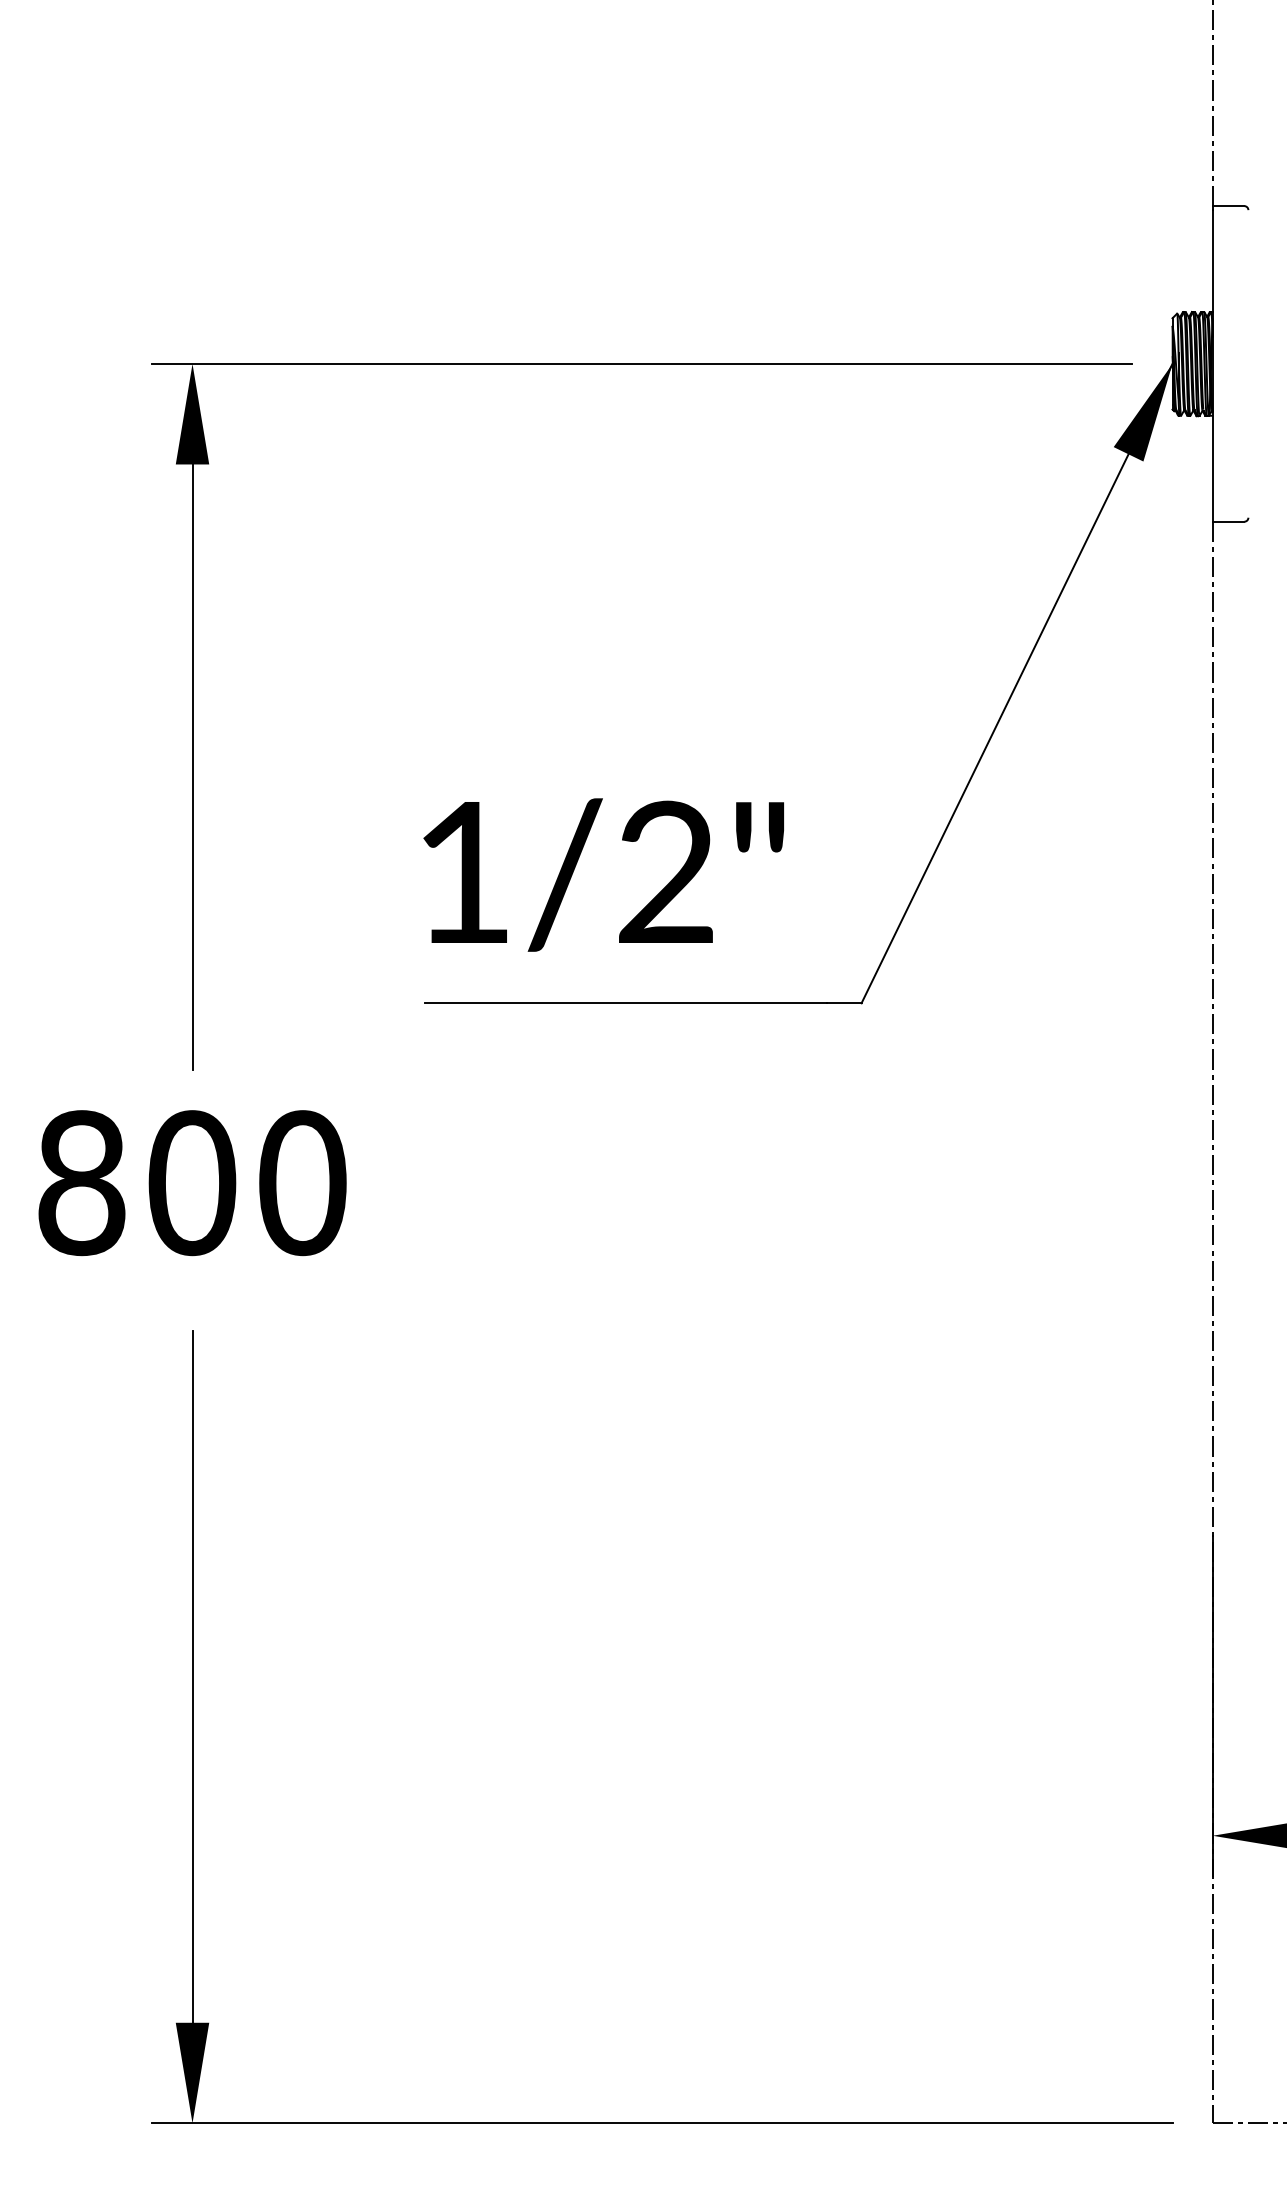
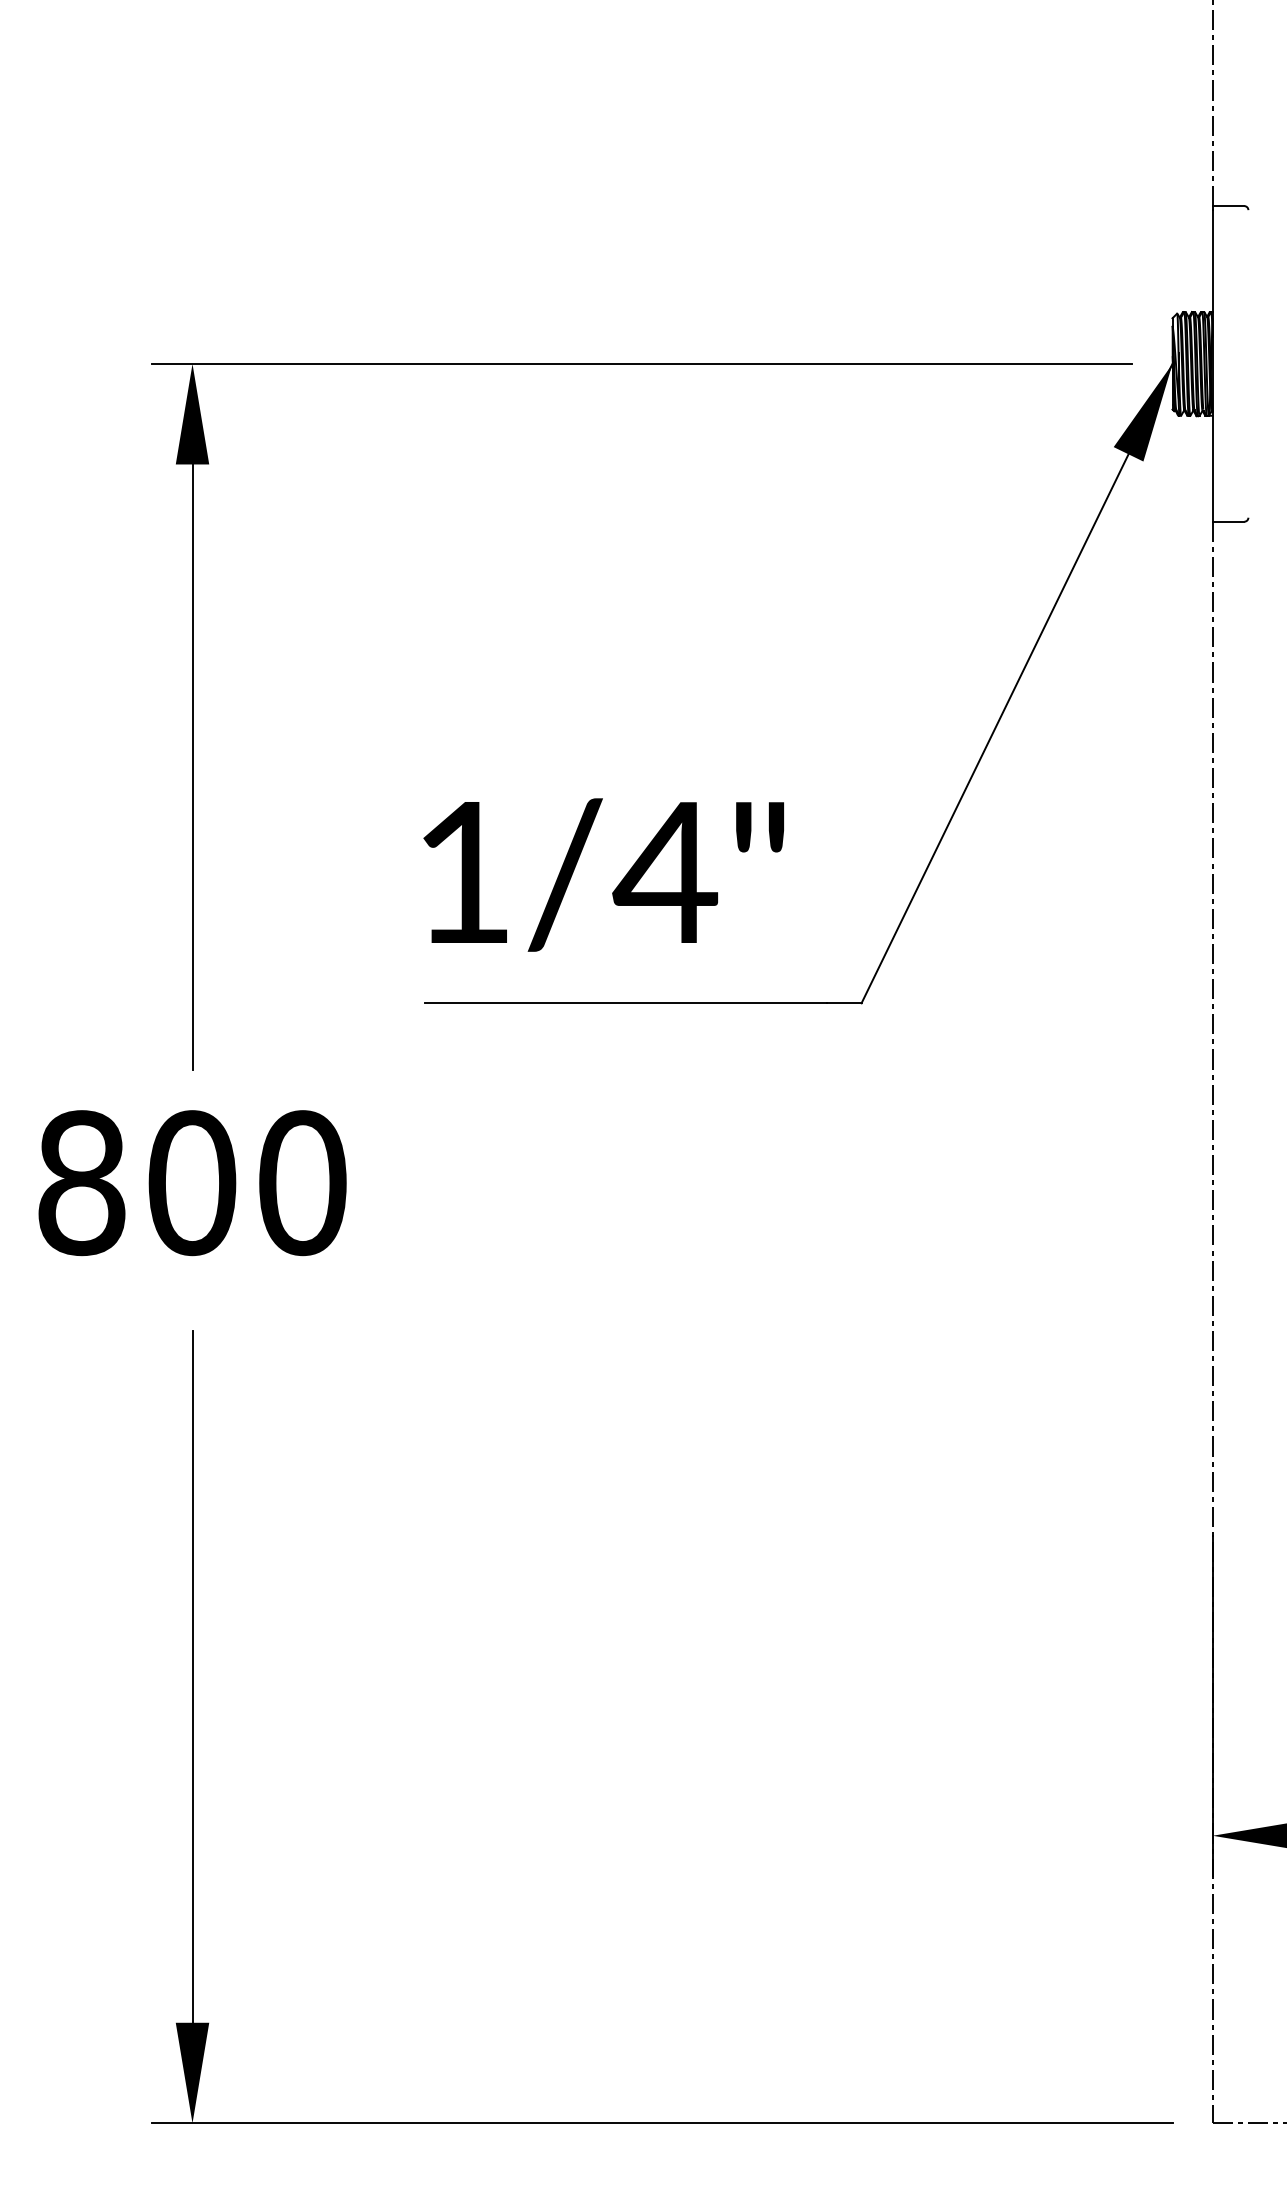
text at (665, 871): 1/2" -> 1/4"
